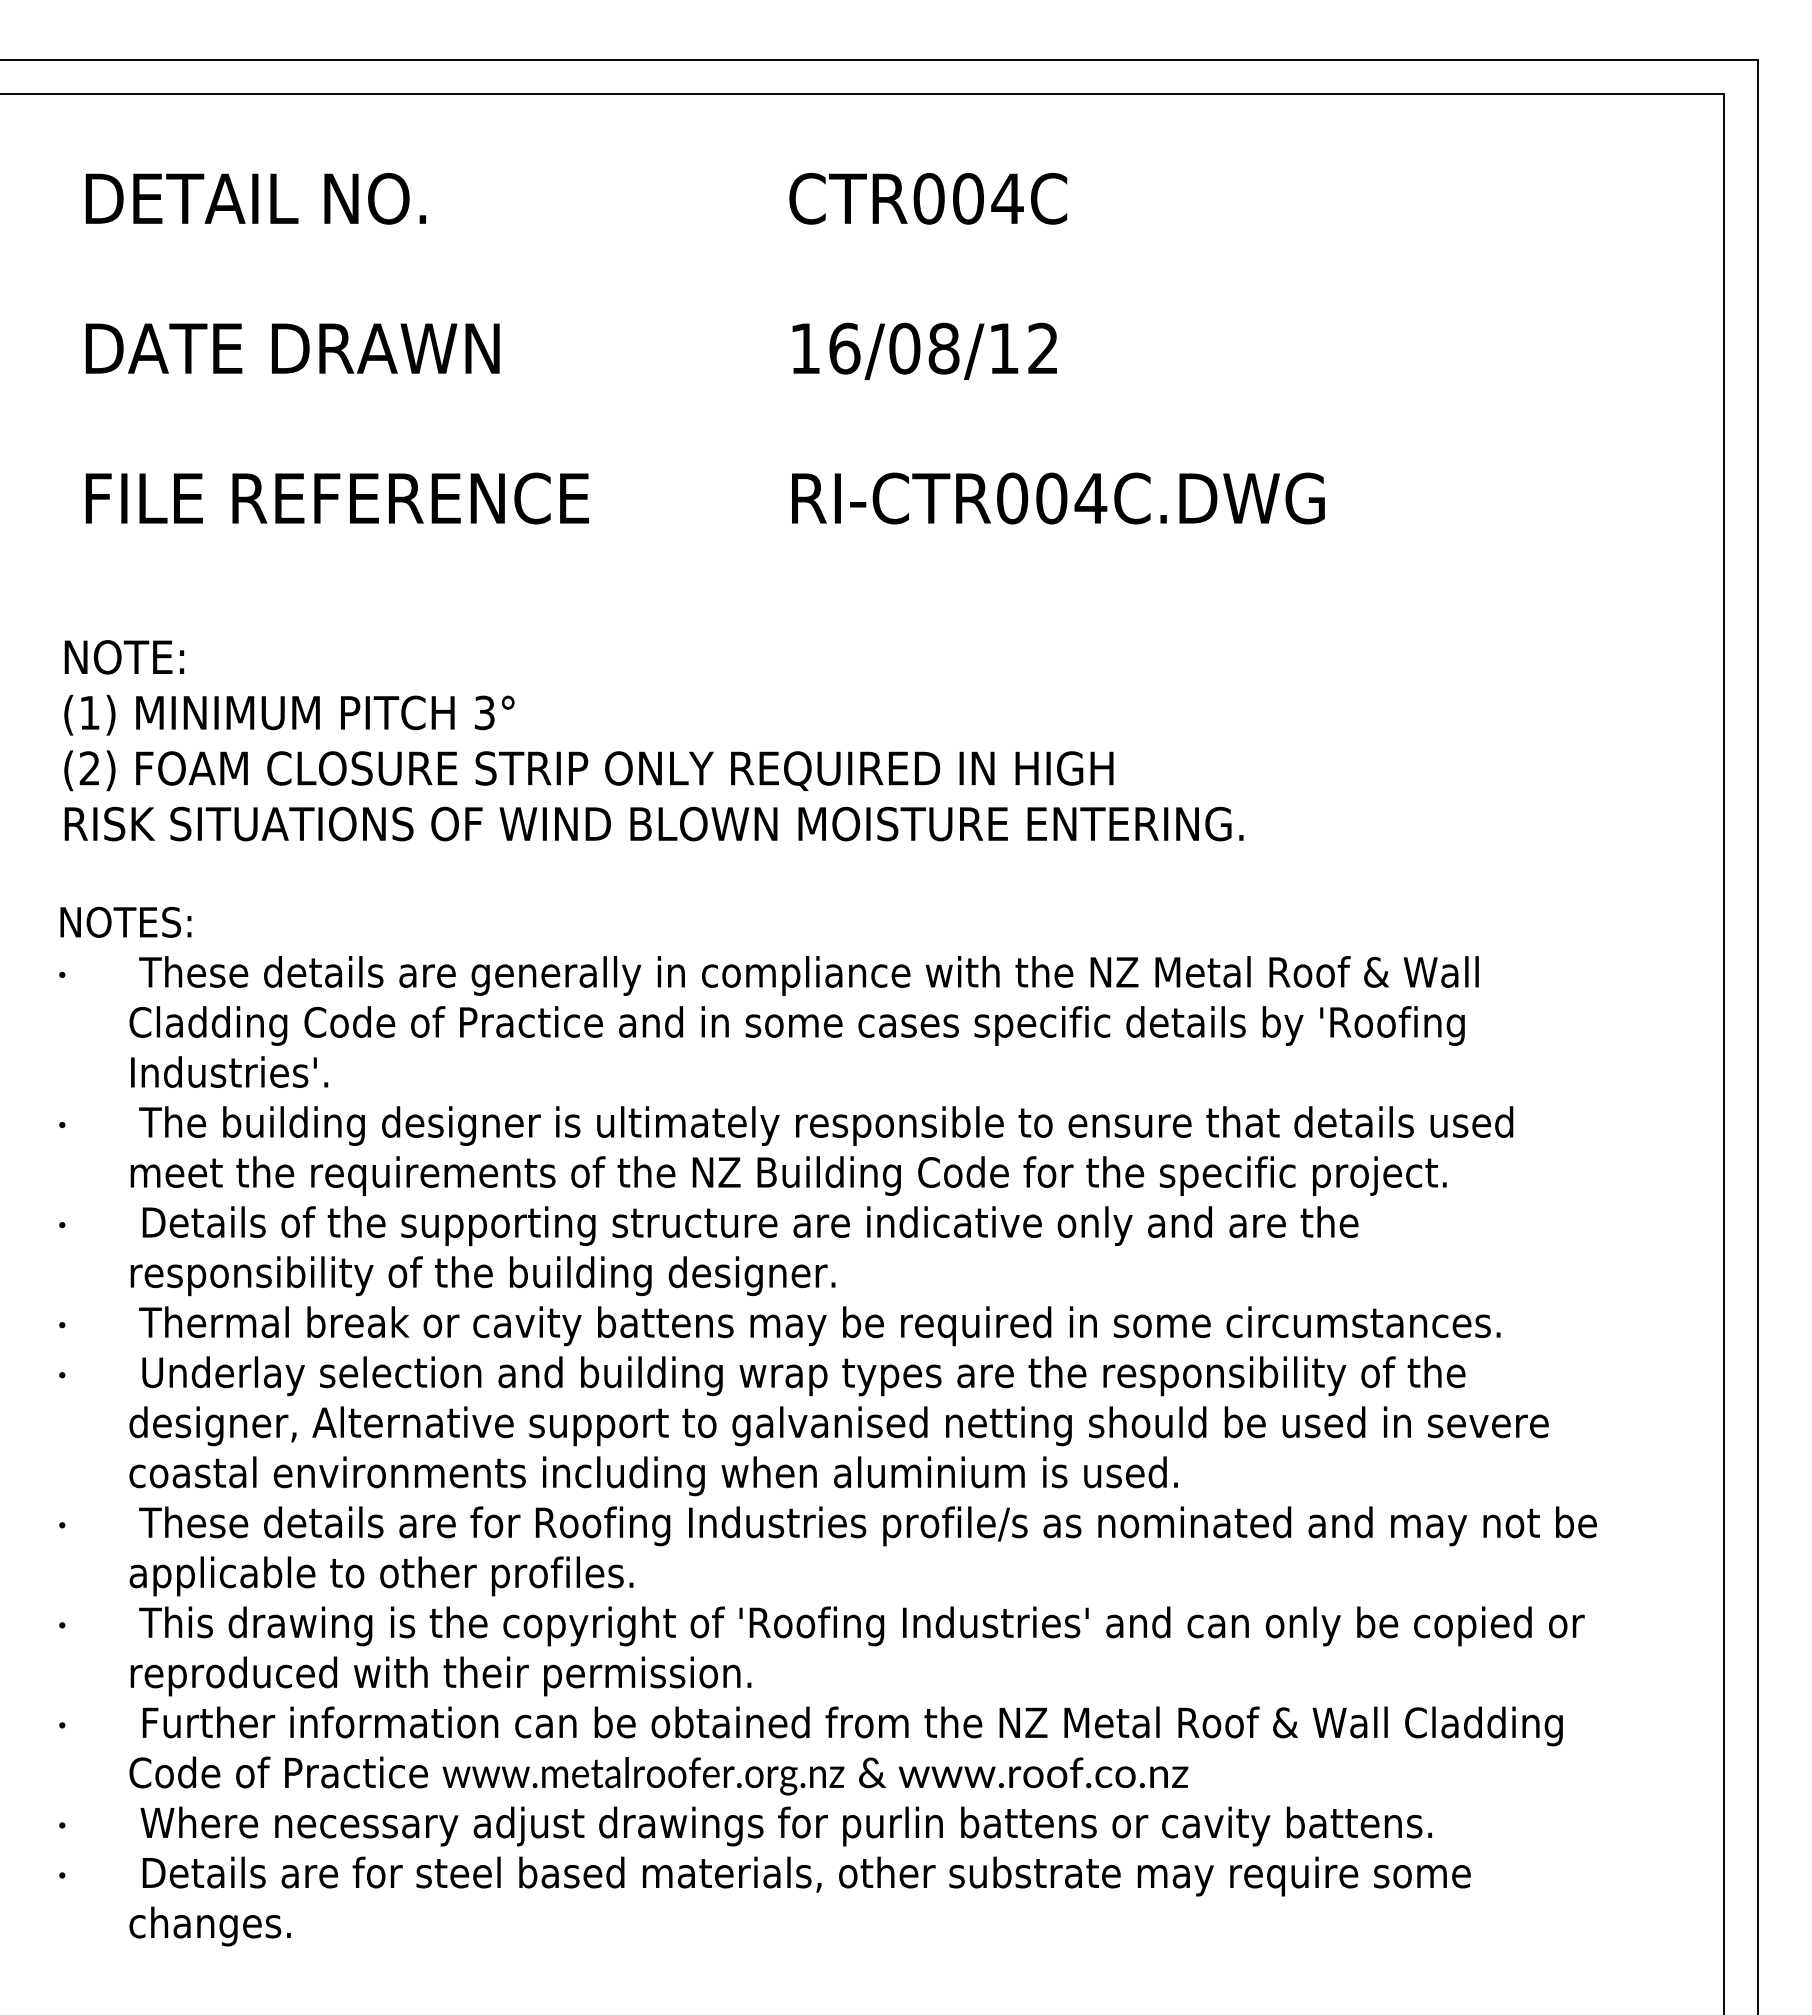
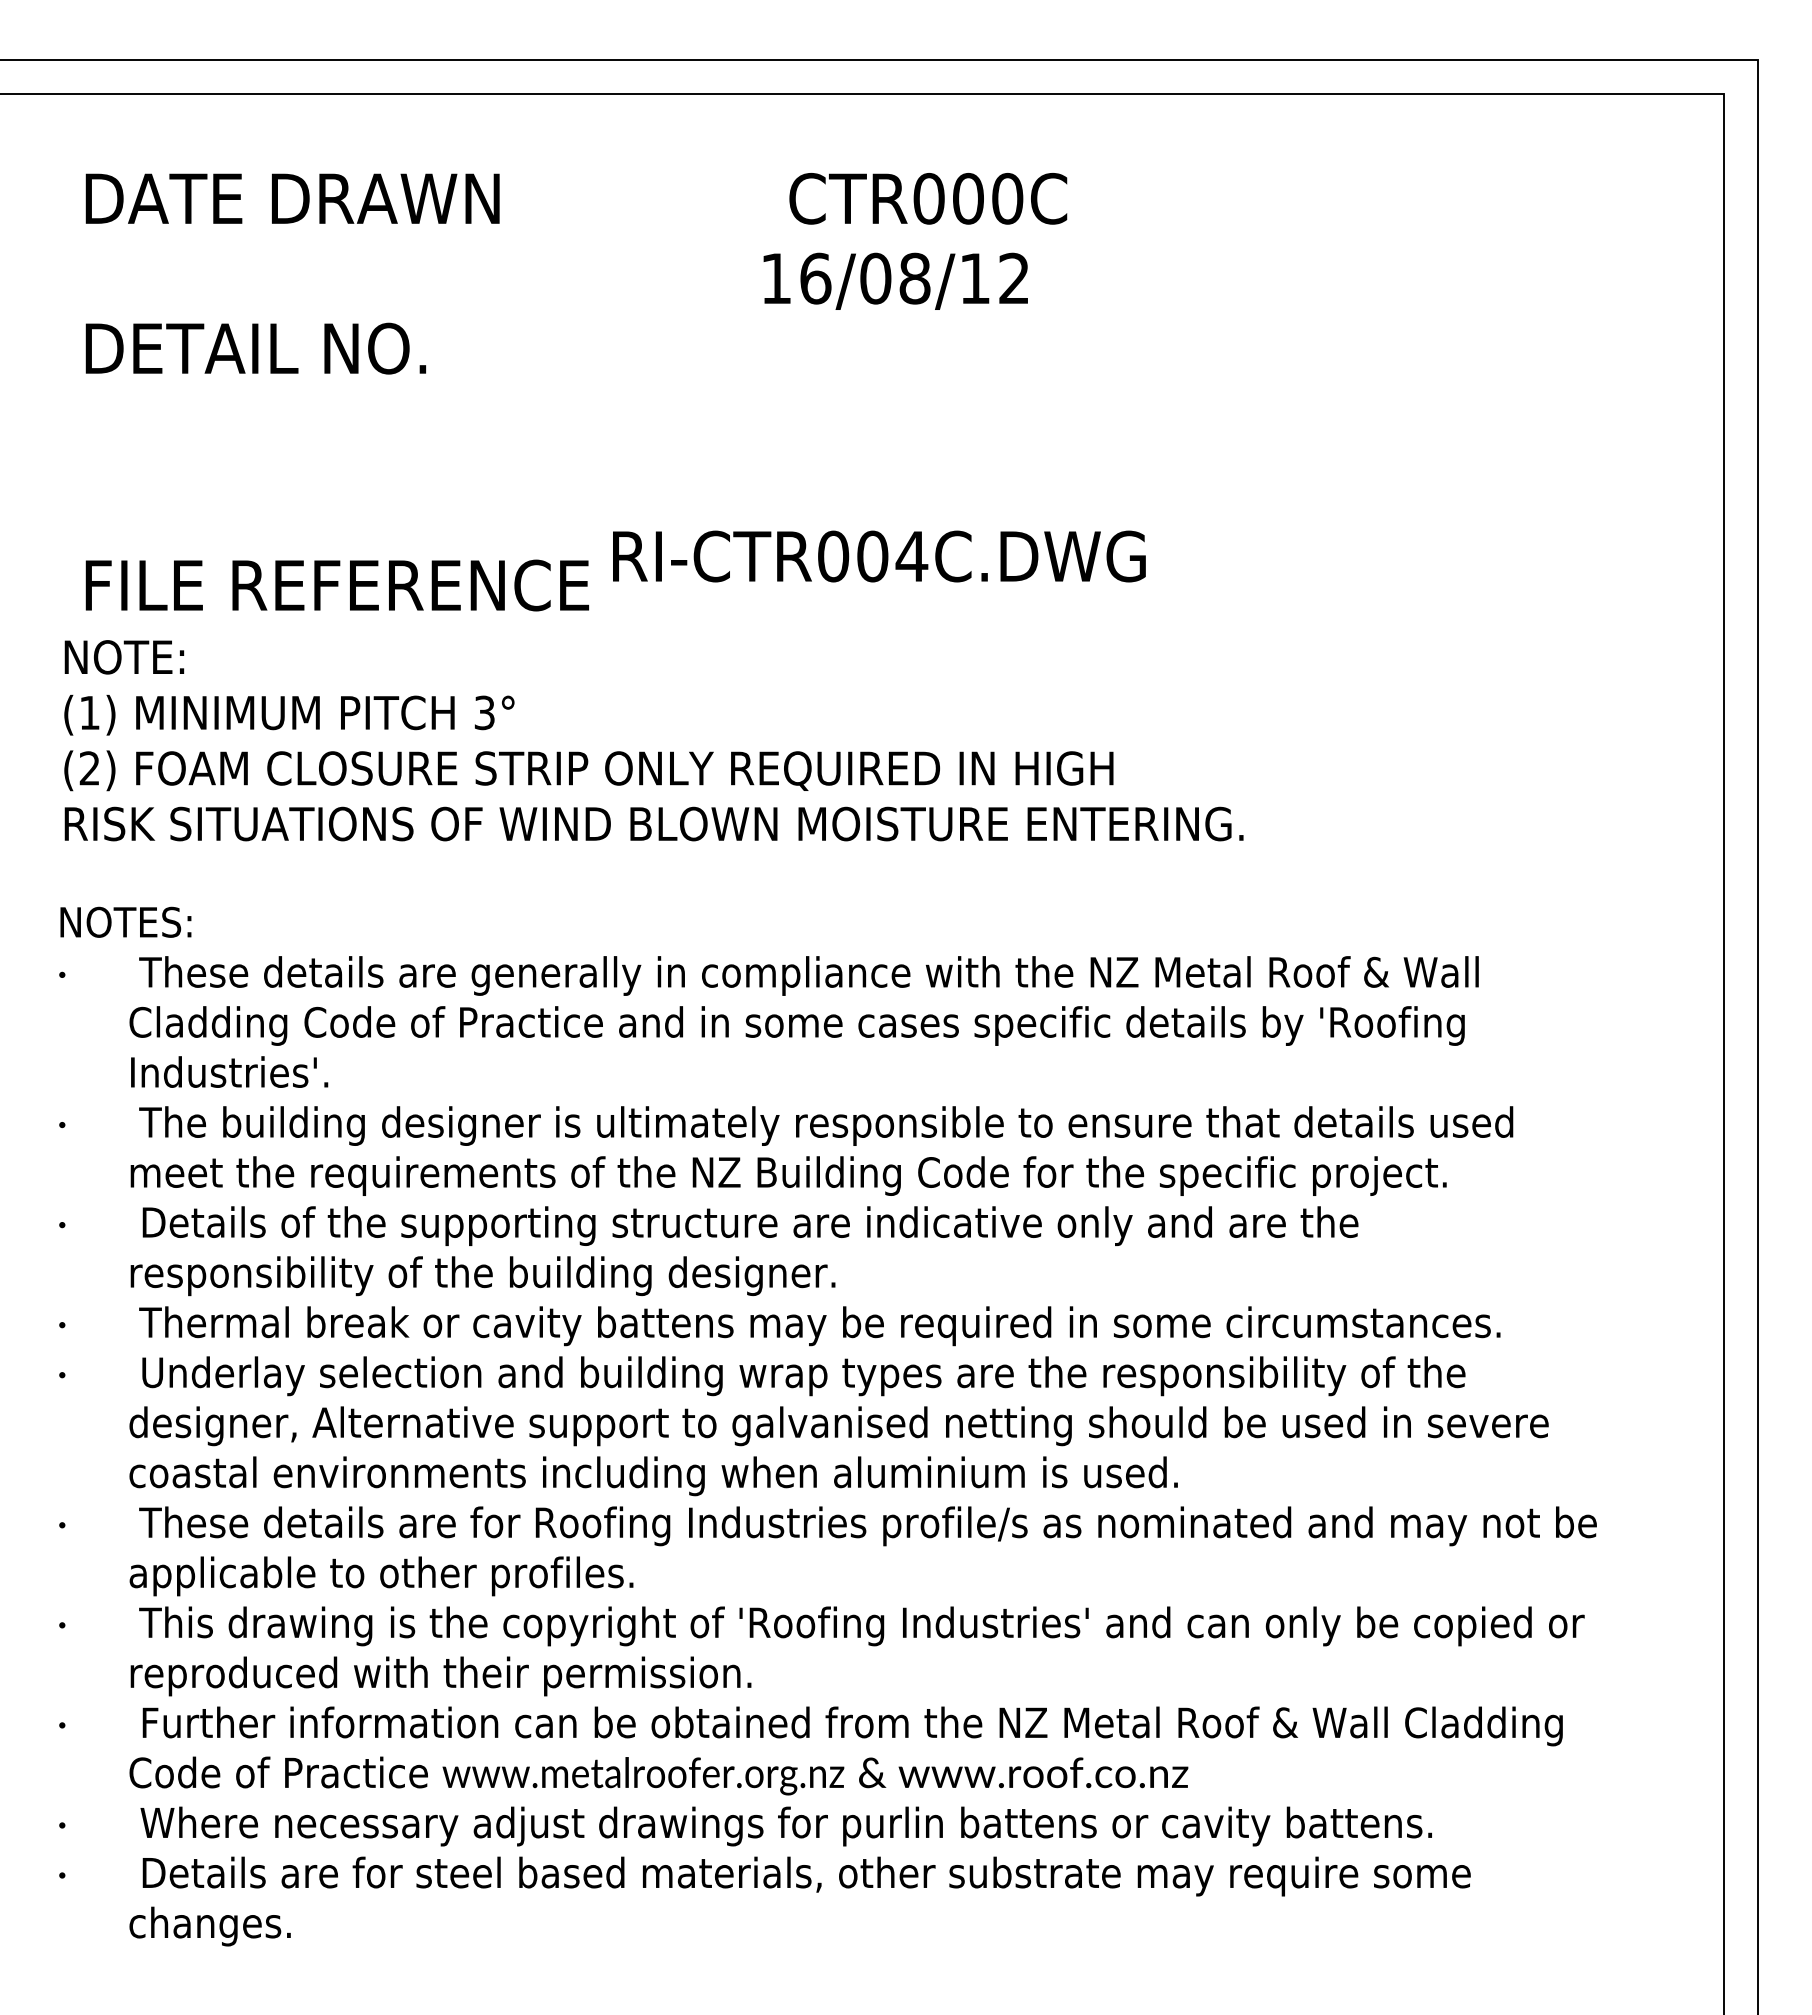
text at (313, 198): DETAIL NO. -> DATE DRAWN
text at (1007, 198): CTR004C -> CTR000C
text at (313, 348): DATE DRAWN -> DETAIL NO.
text at (924, 350) position: (924, 350) -> (895, 280)
text at (336, 498) position: (336, 498) -> (336, 585)
text at (1058, 498) position: (1058, 498) -> (879, 556)
